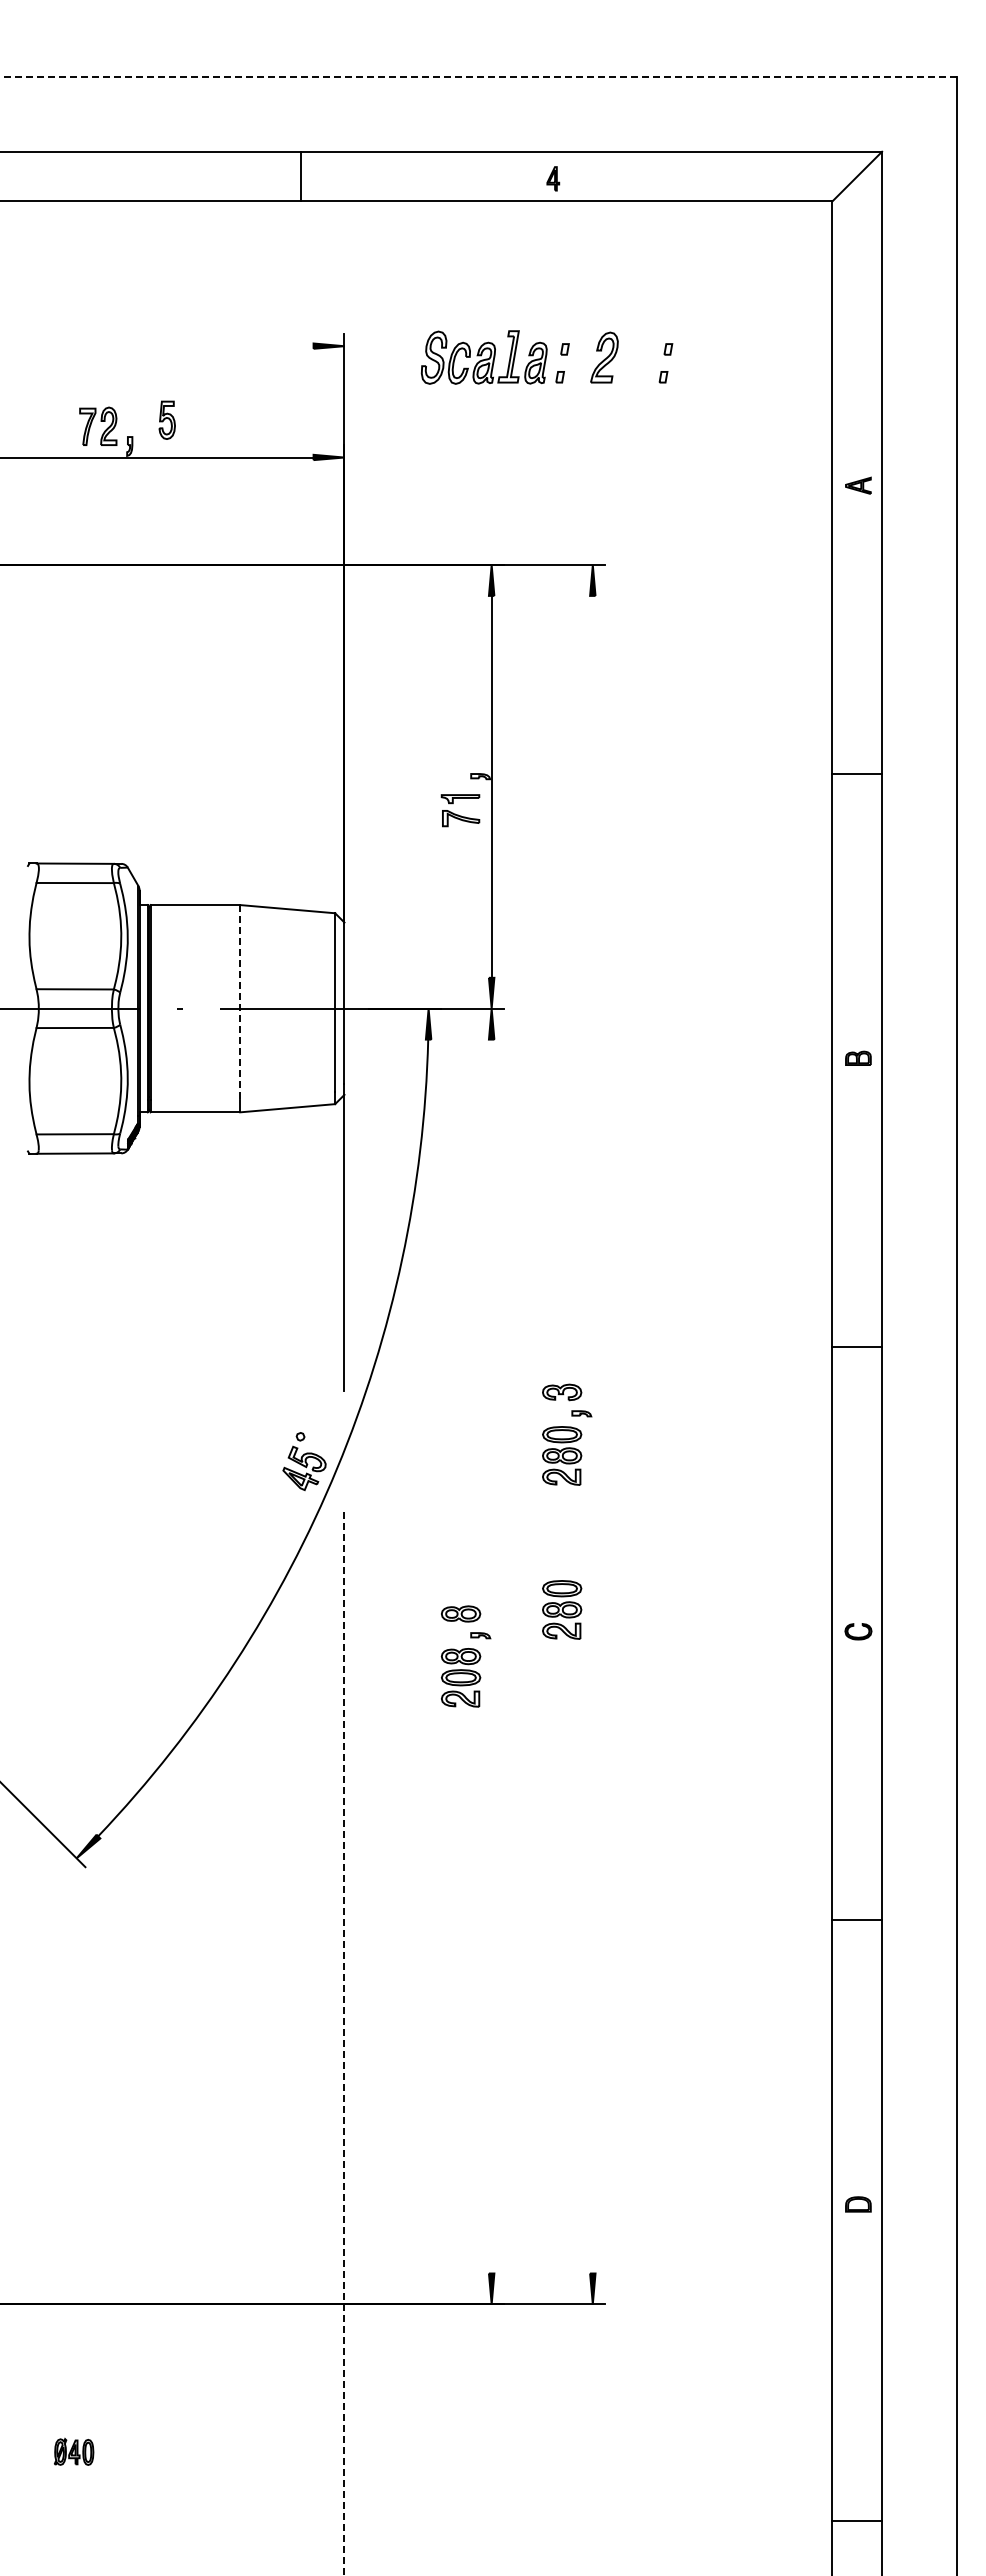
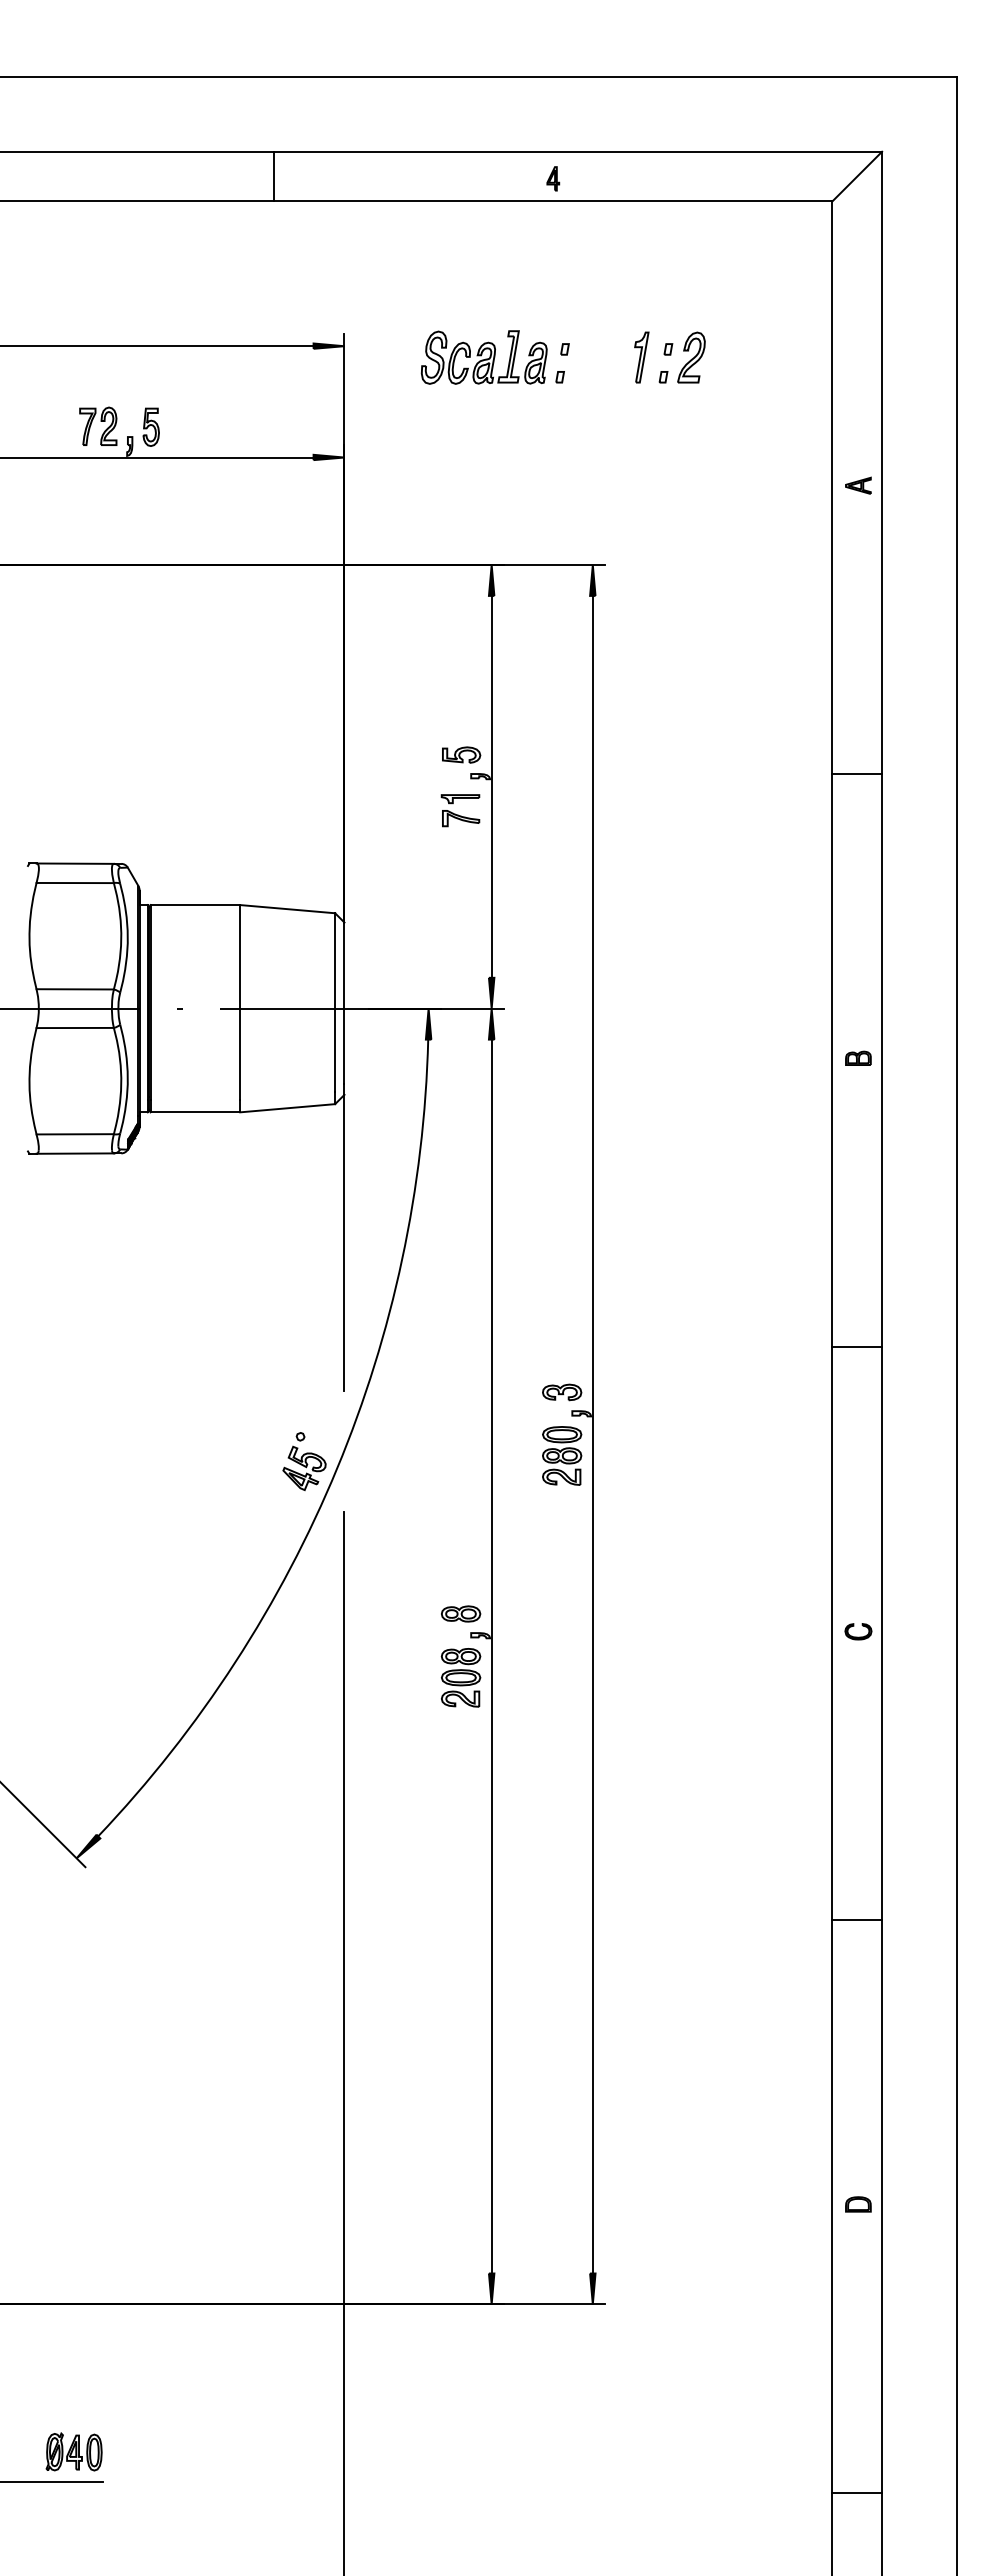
line at (478, 77): dashed -> solid
line at (300, 176) position: (300, 176) -> (273, 176)
line at (157, 346): none -> present
part at (604, 357) position: (604, 357) -> (691, 357)
part at (641, 357): none -> present
part at (166, 419) position: (166, 419) -> (150, 426)
part at (461, 754): none -> present
line at (240, 1002): dashed -> solid
line at (592, 1434): none -> present
part at (562, 1609): present -> none
line at (491, 1656): none -> present
line at (344, 2043): dashed -> solid
part at (74, 2451) size: 41x29 px -> 58x40 px
line at (52, 2482): none -> present
line at (857, 2521) position: (857, 2521) -> (857, 2493)
